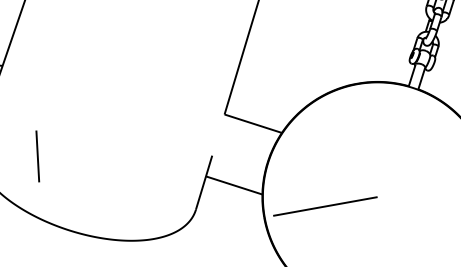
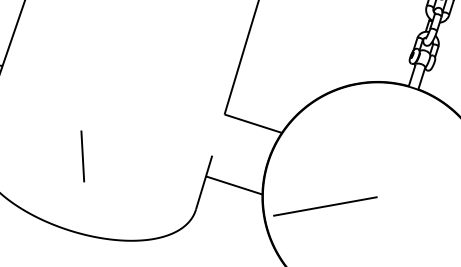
line at (37, 156) position: (37, 156) -> (82, 156)
